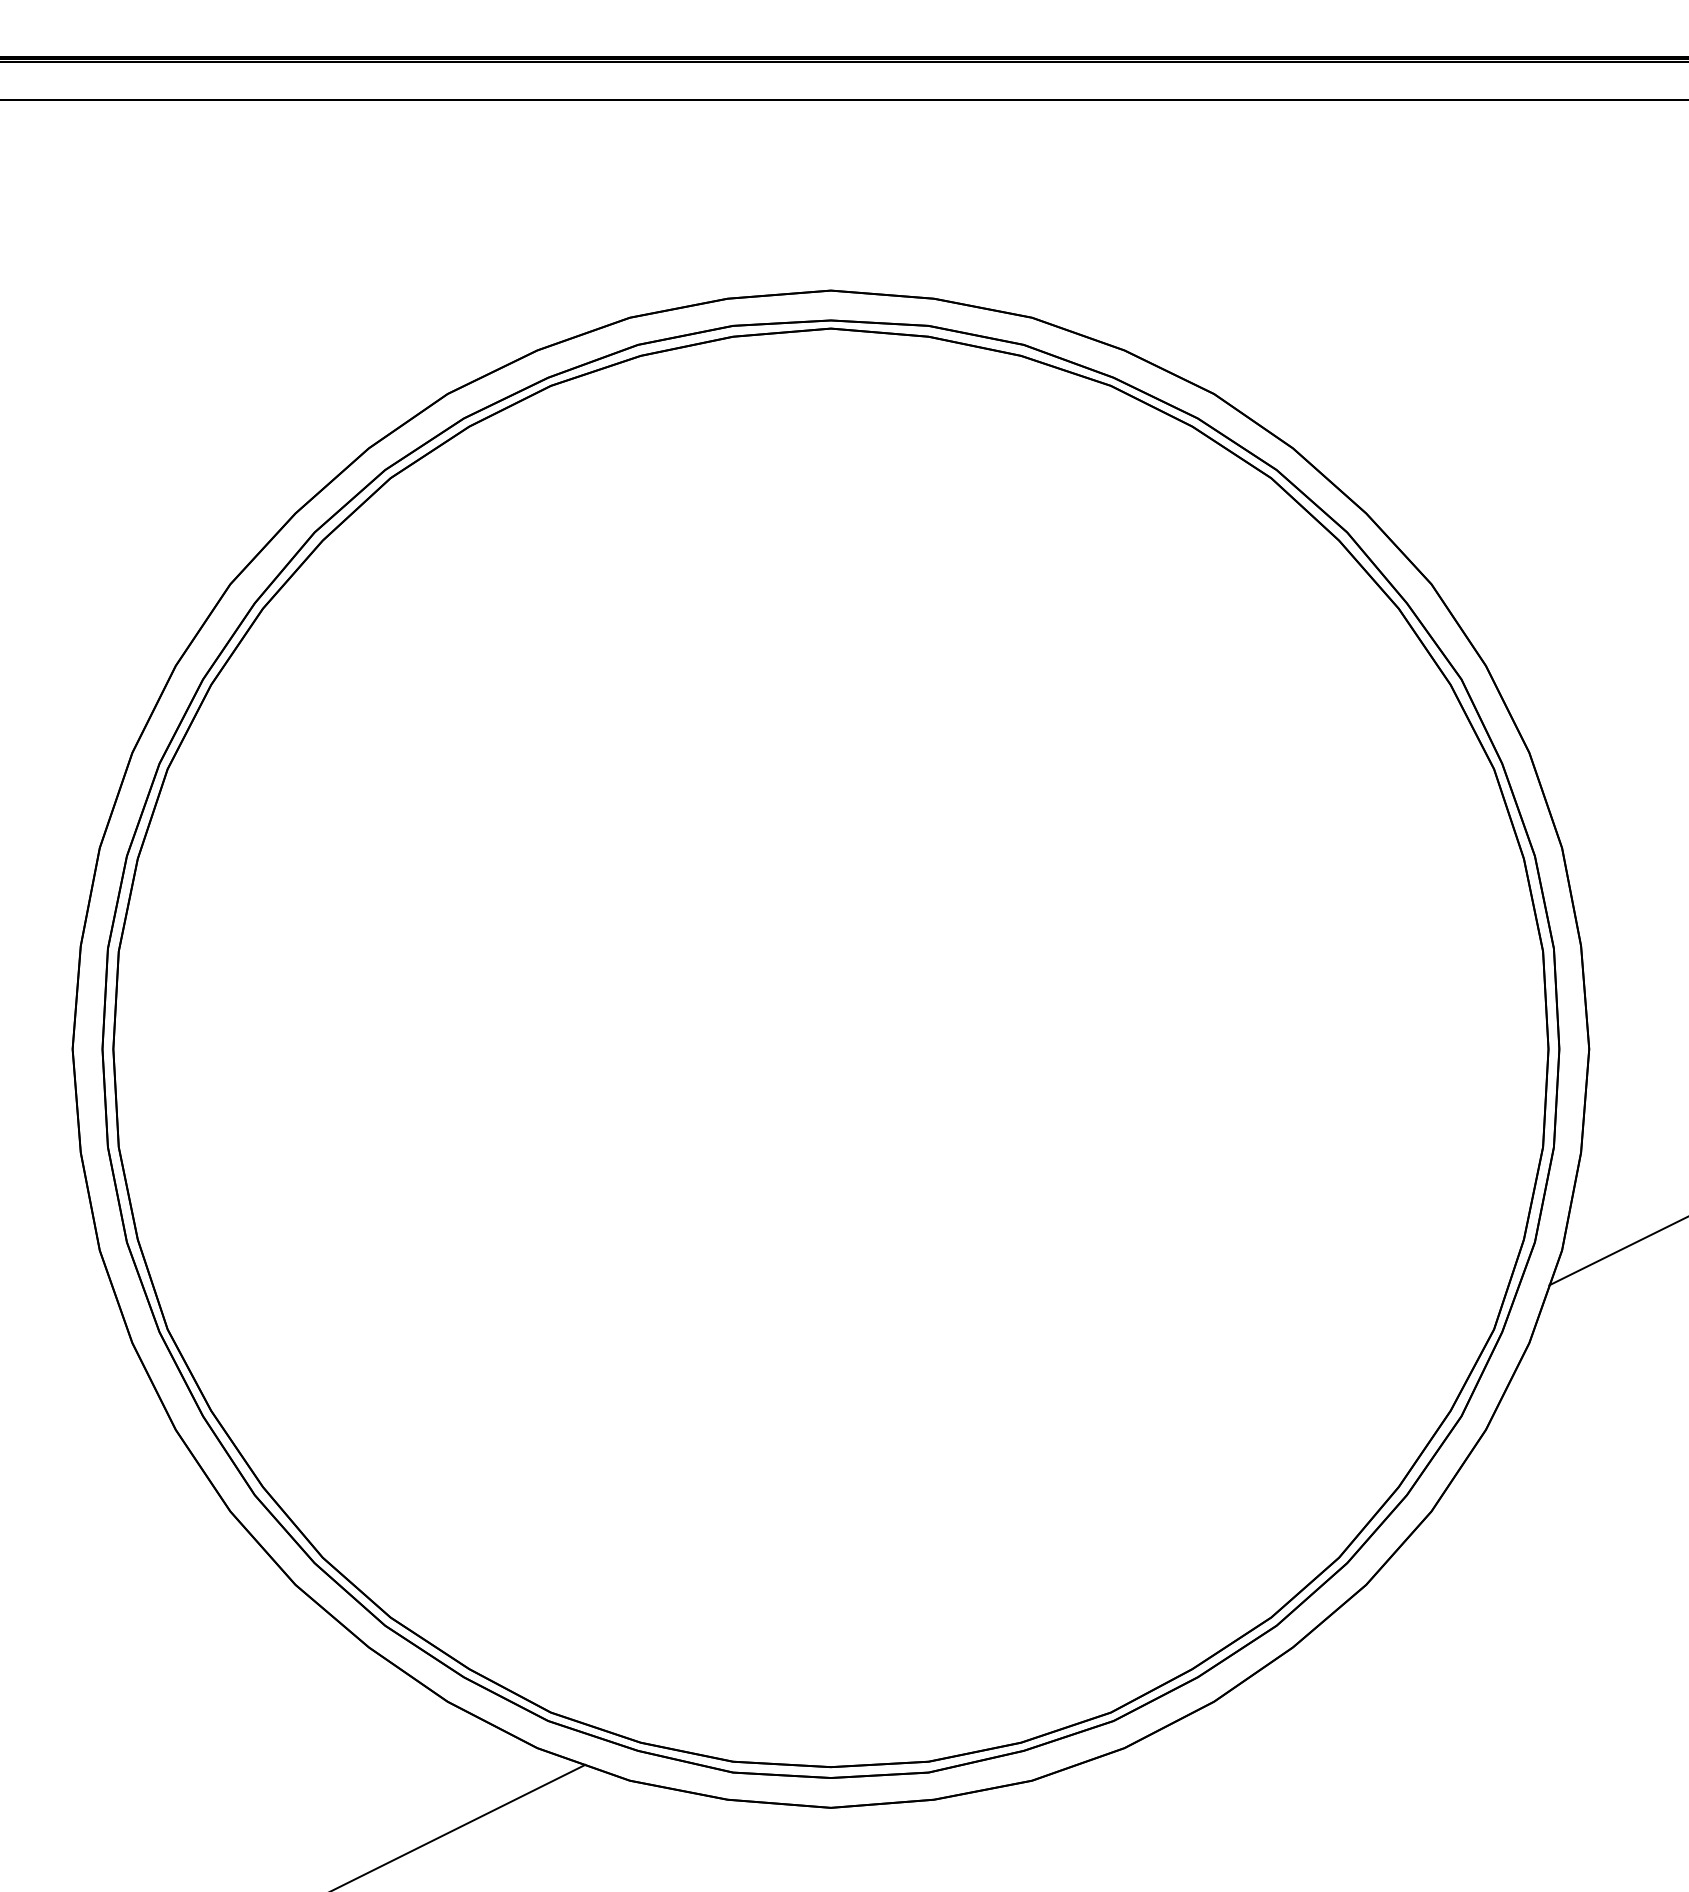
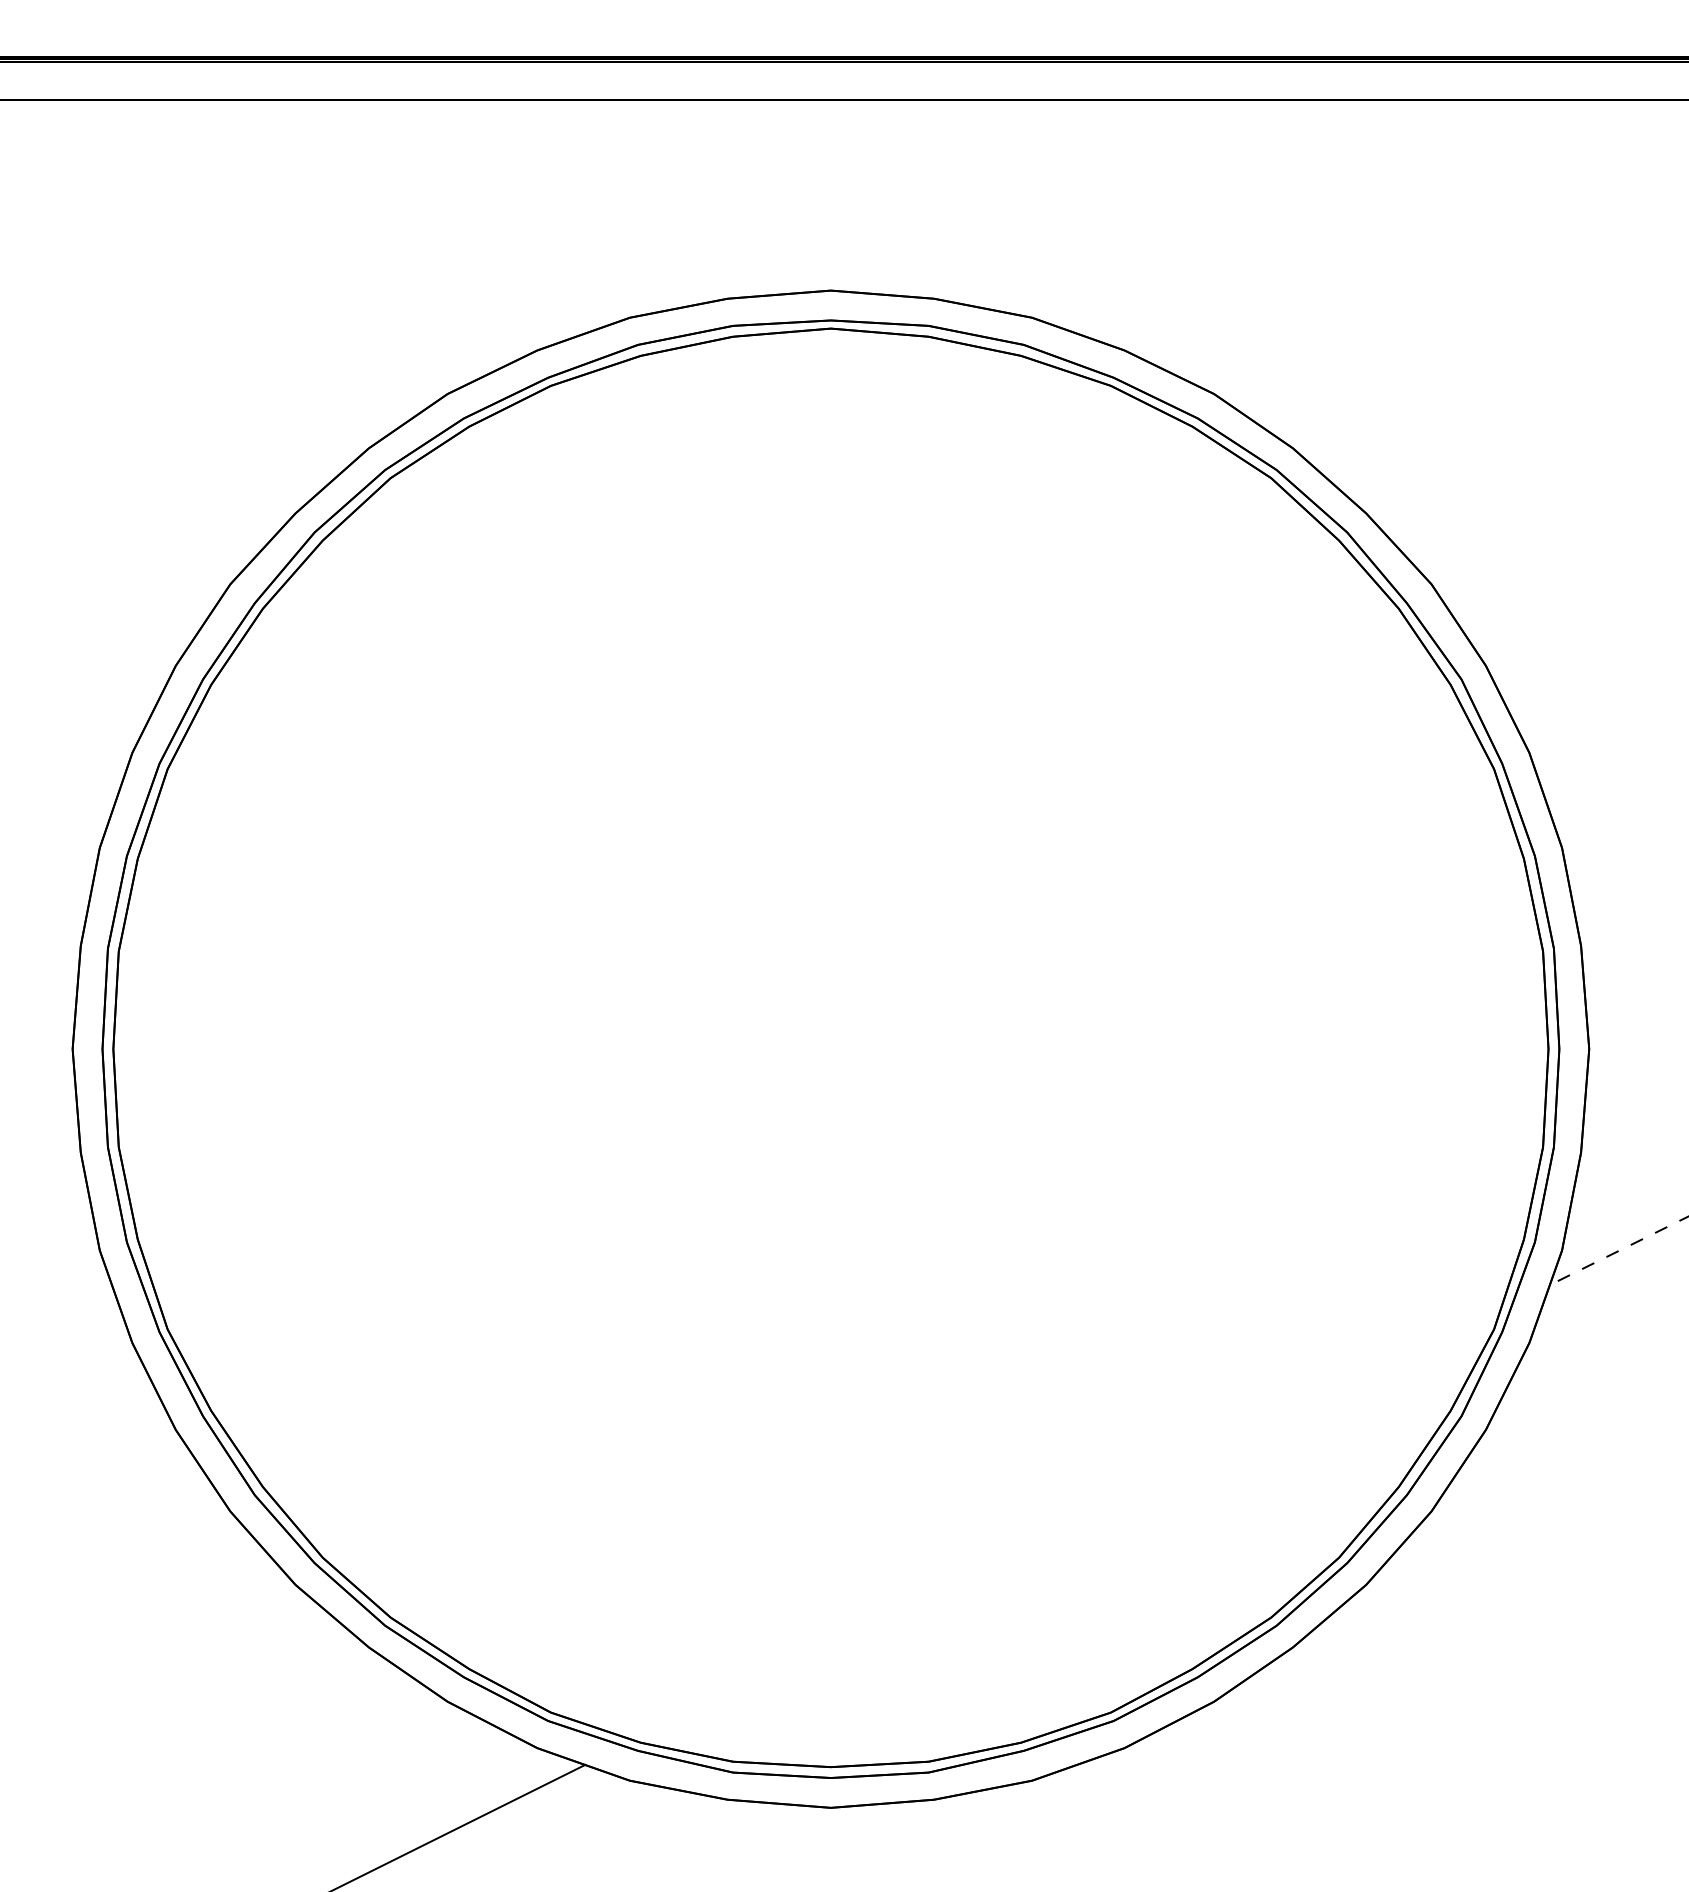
line at (1618, 1251): solid -> dashed
